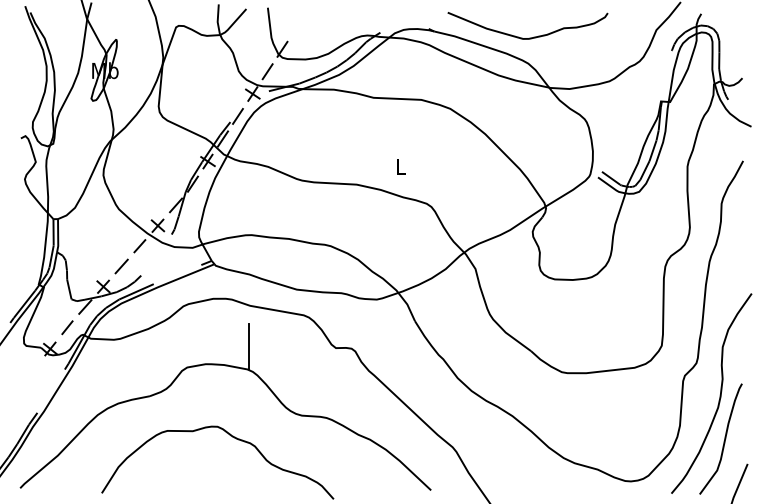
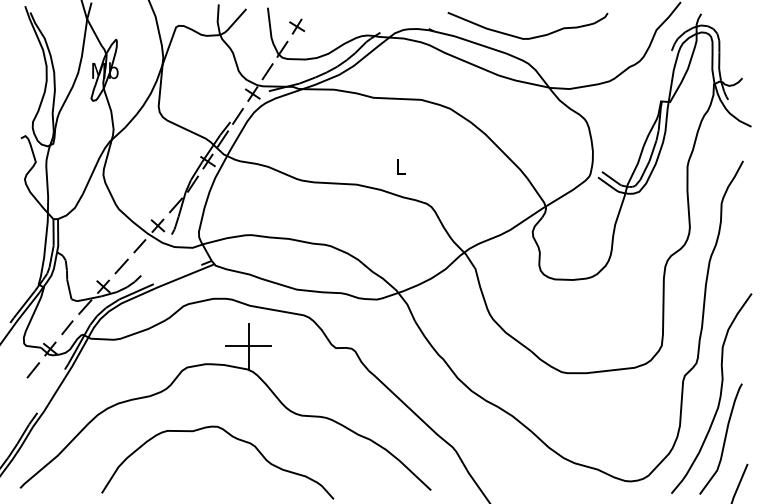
part at (297, 26): none -> present
line at (248, 346): none -> present
line at (33, 370): none -> present
